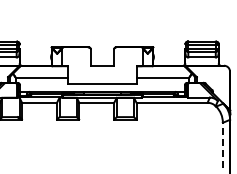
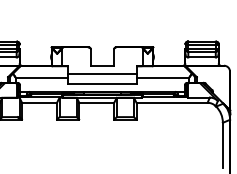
line at (102, 73): none -> present
line at (222, 145): dashed -> solid
